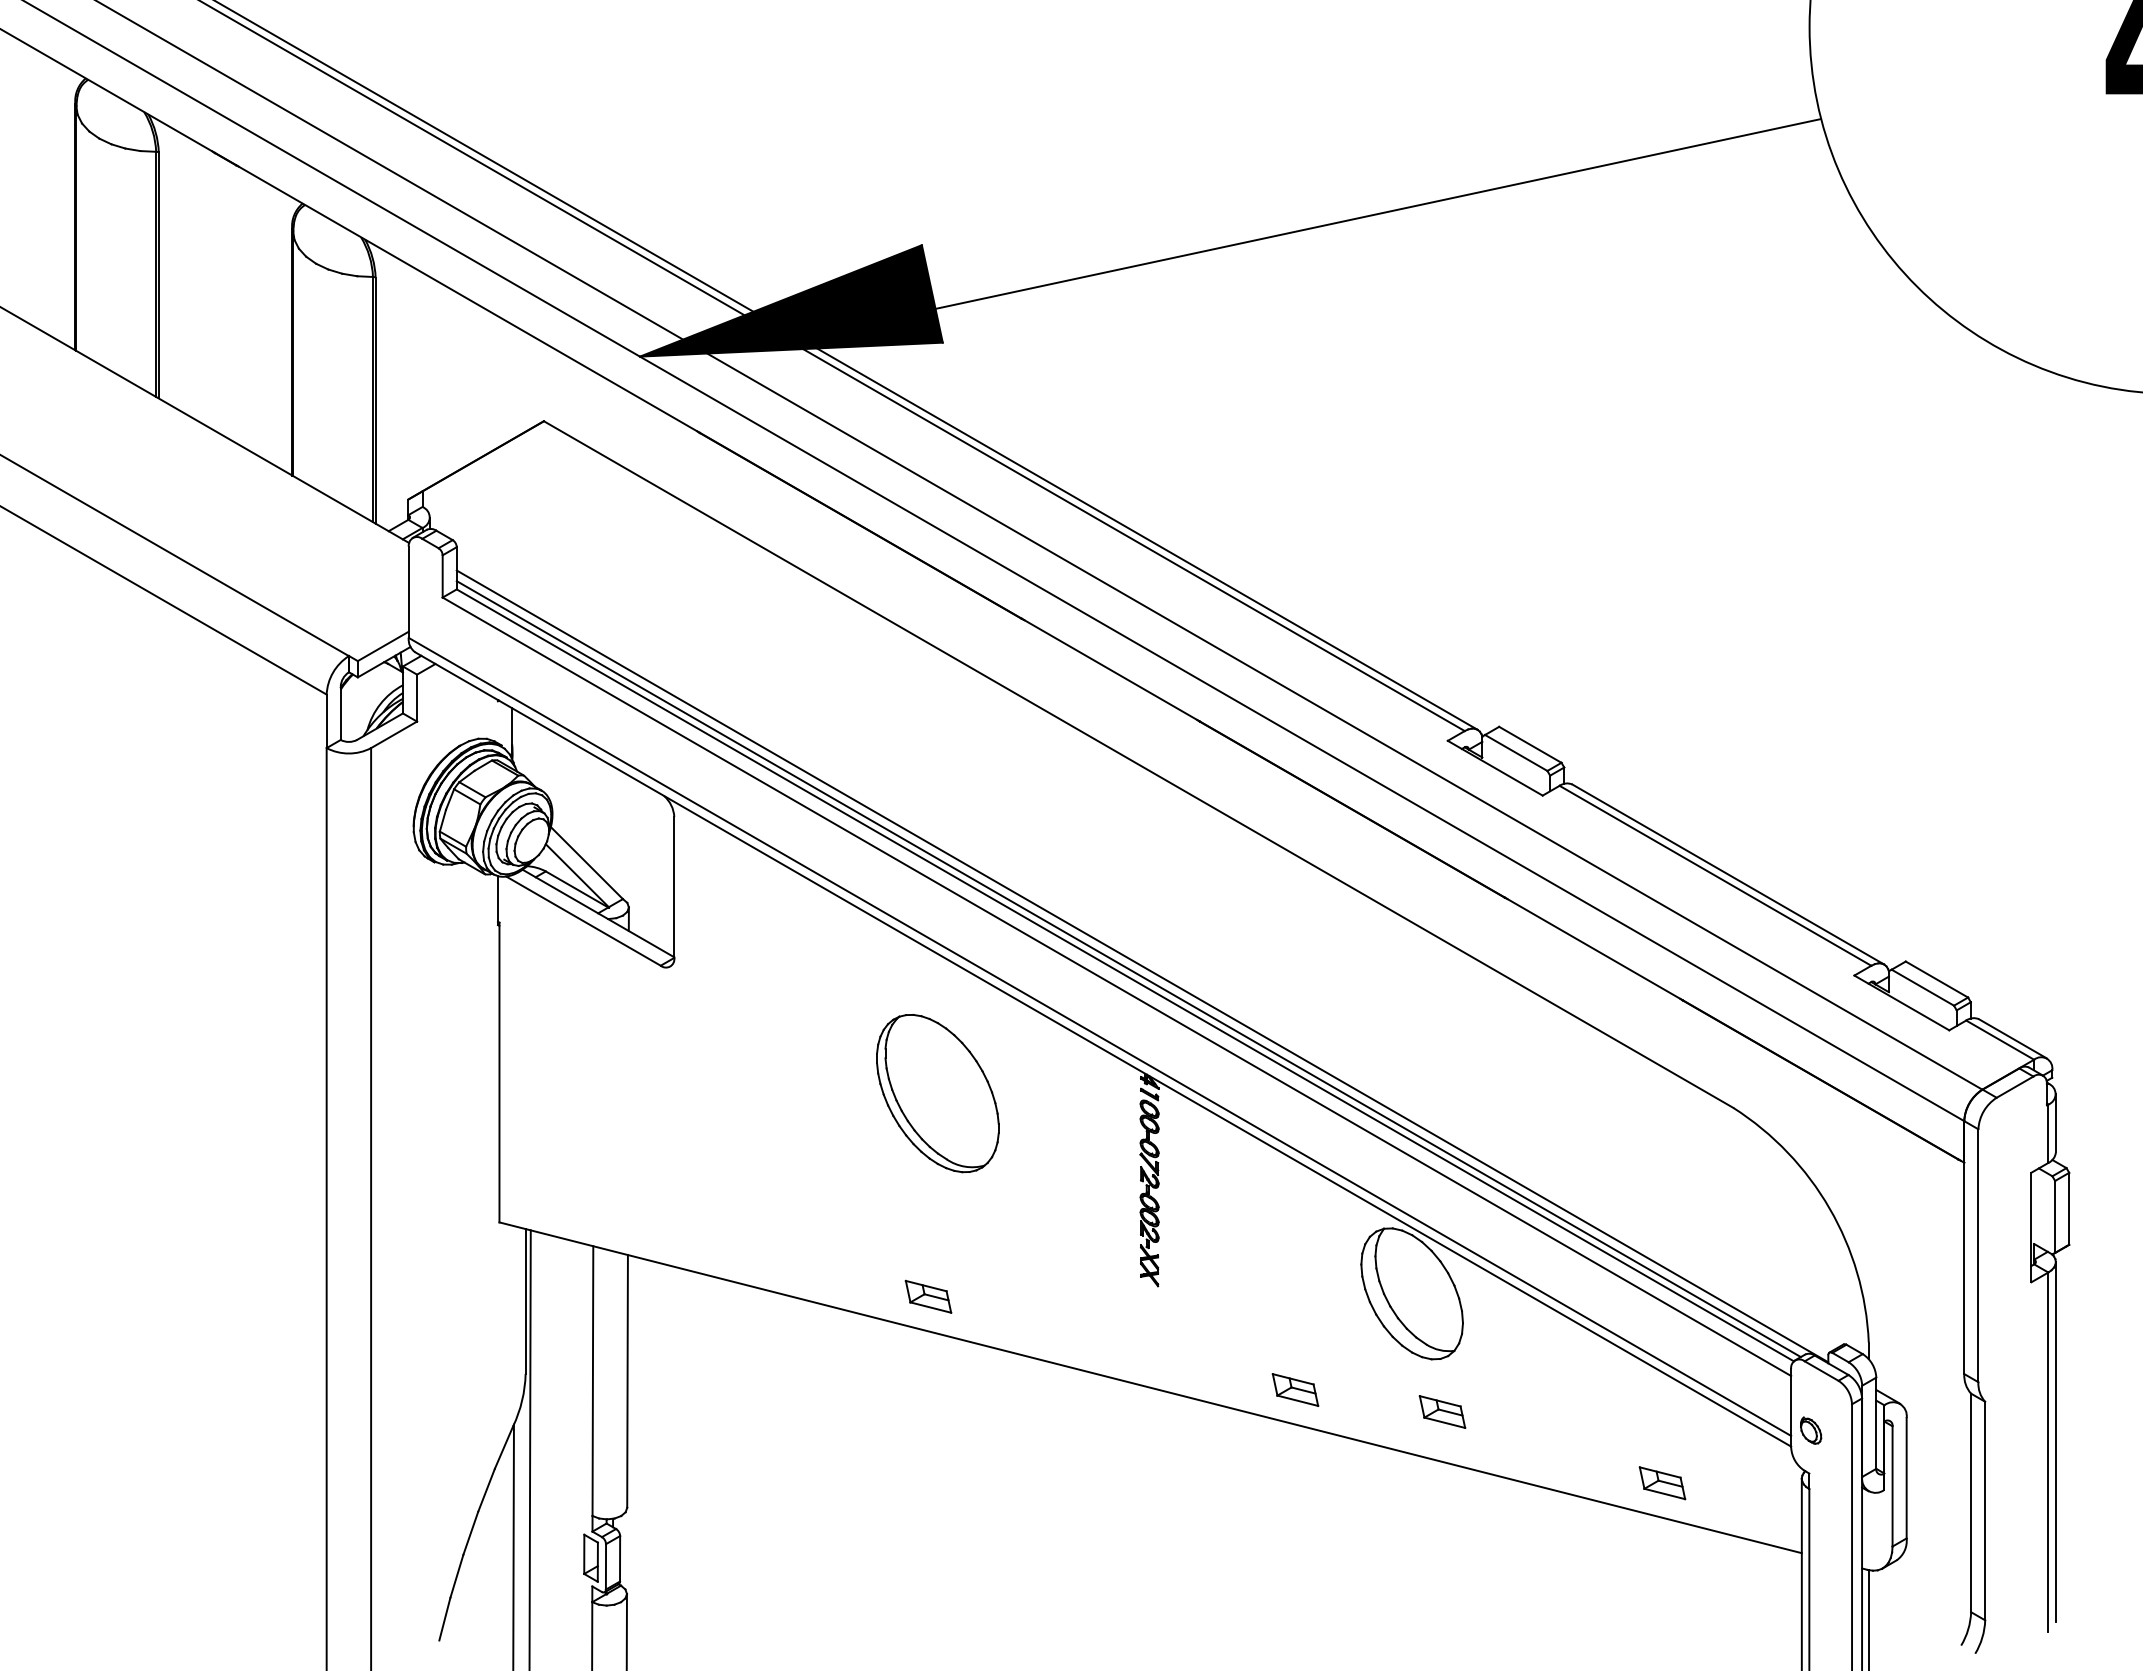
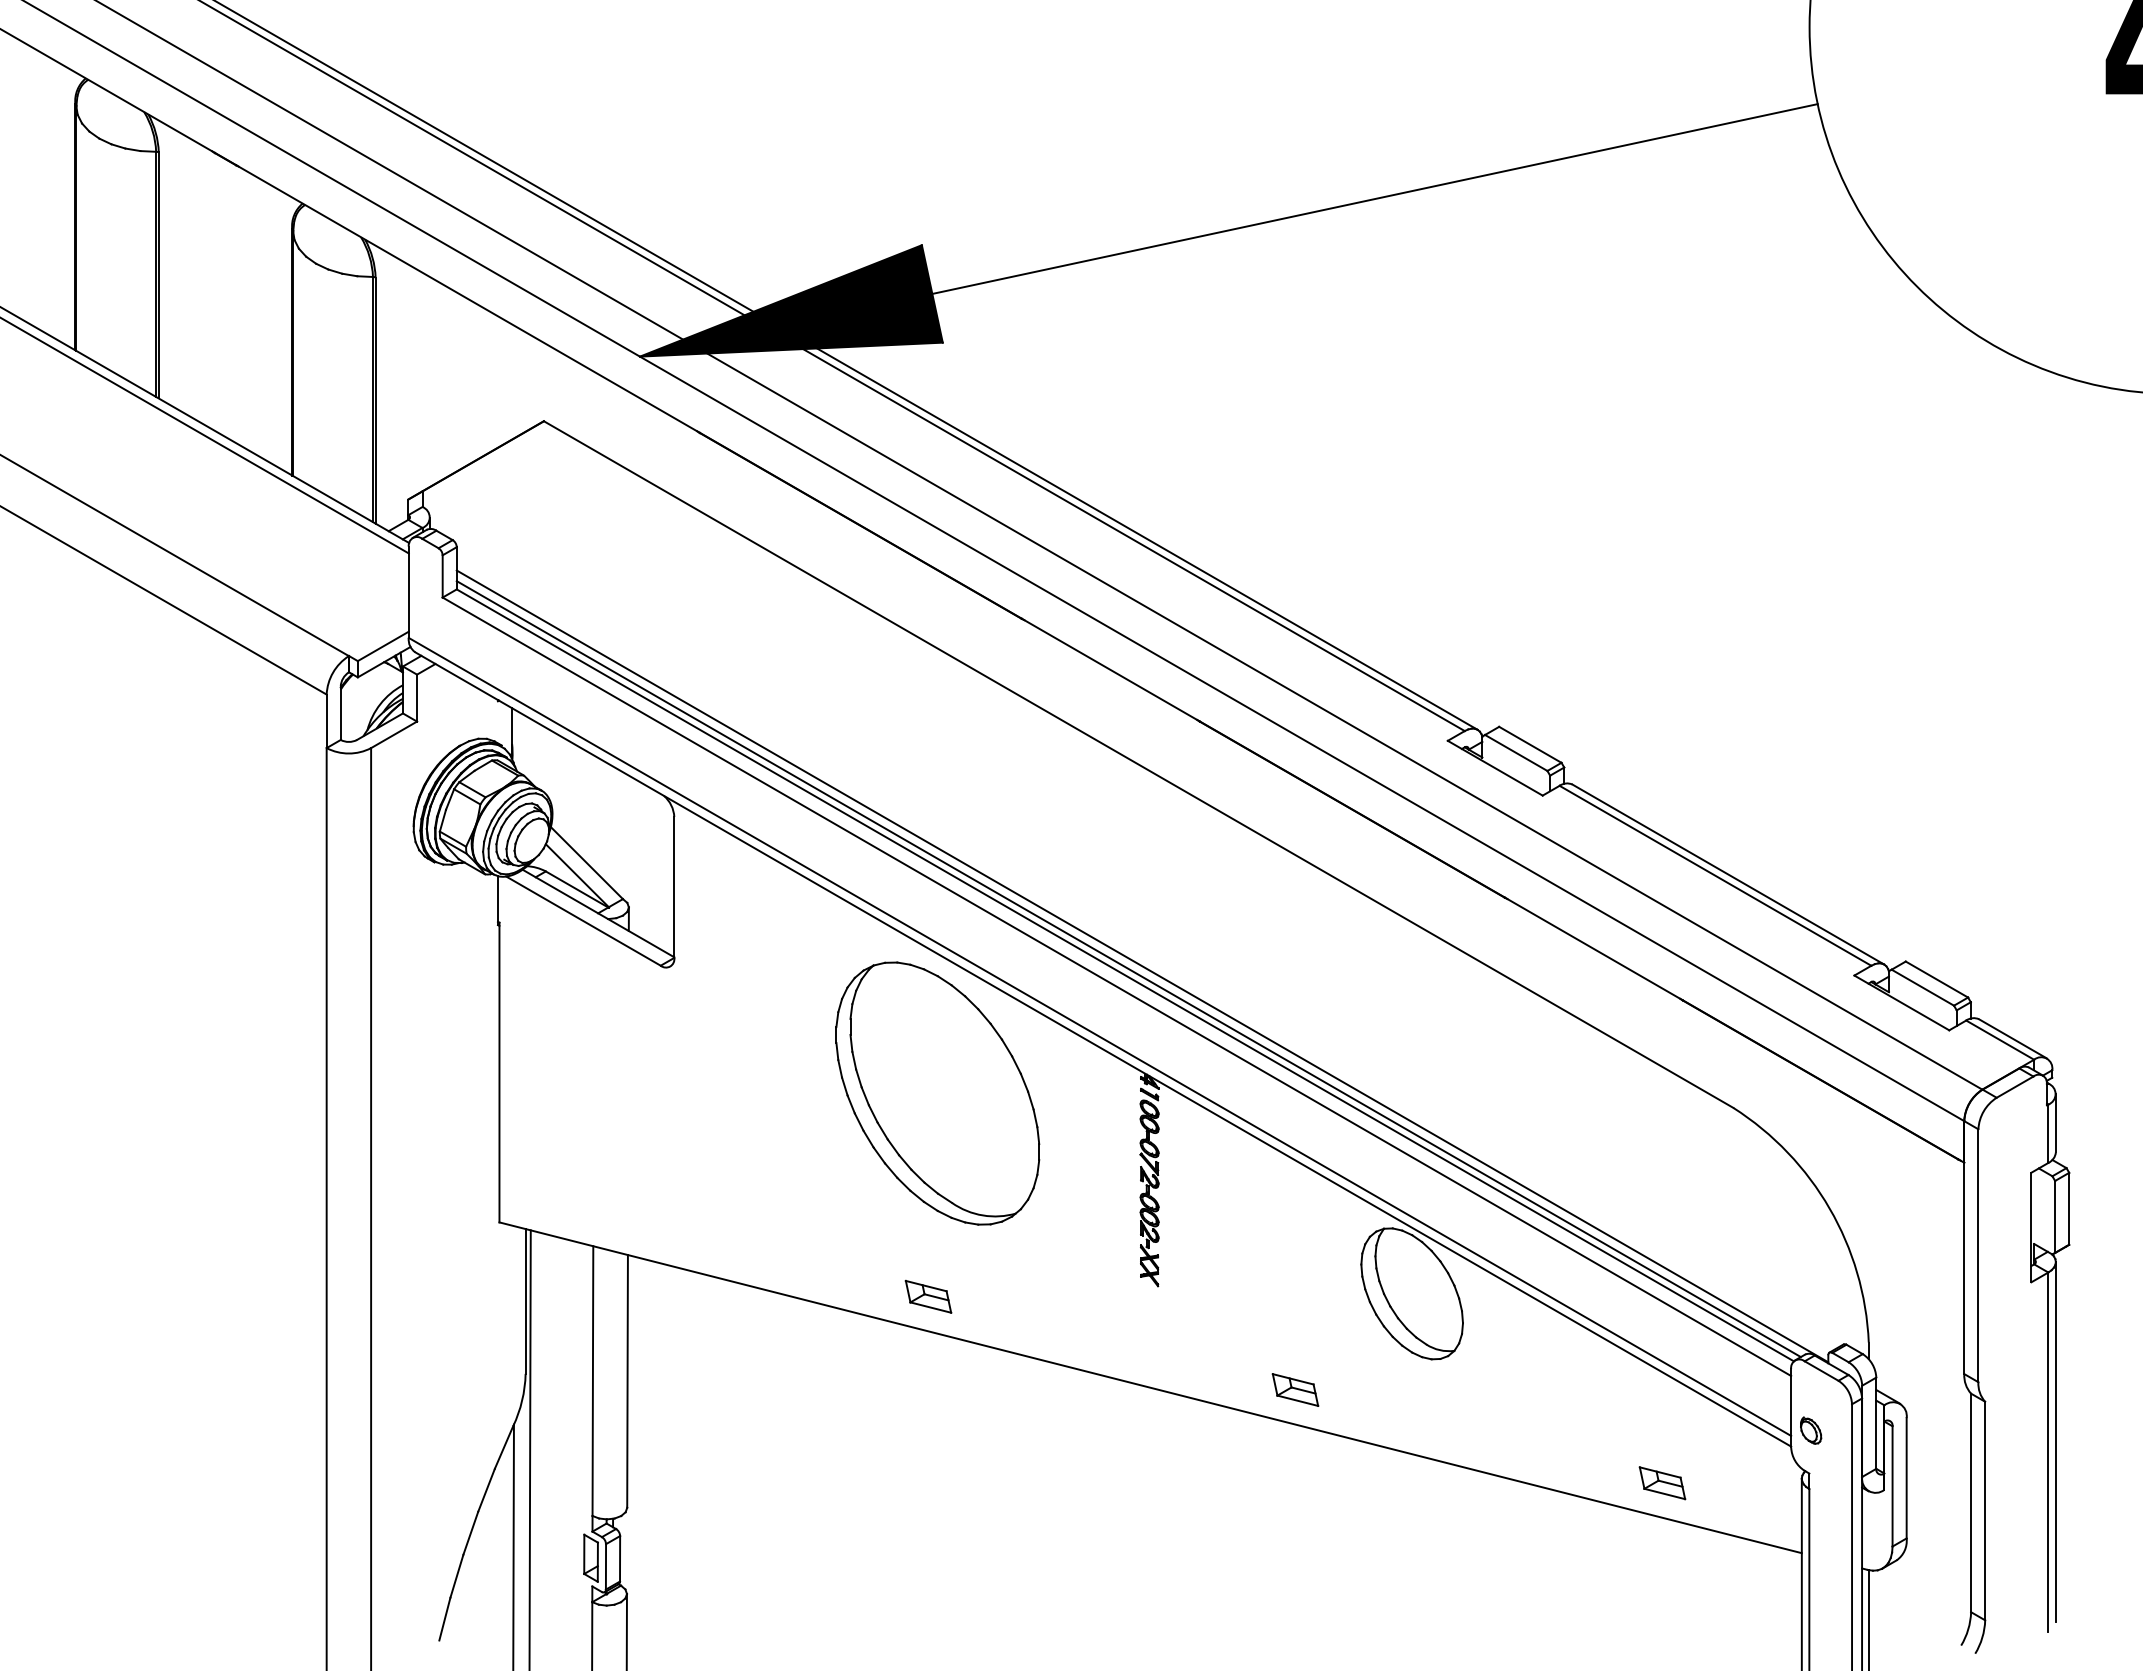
line at (1377, 213) position: (1377, 213) -> (1374, 198)
line at (205, 435): none -> present
part at (937, 1093) size: 124x160 px -> 206x265 px
part at (1442, 1411): present -> none
